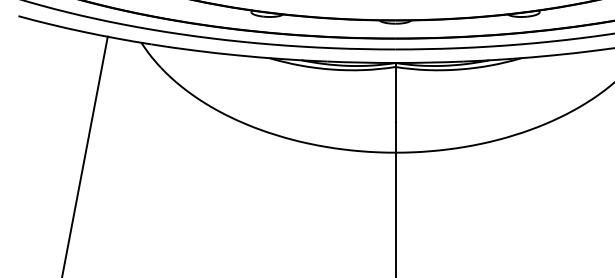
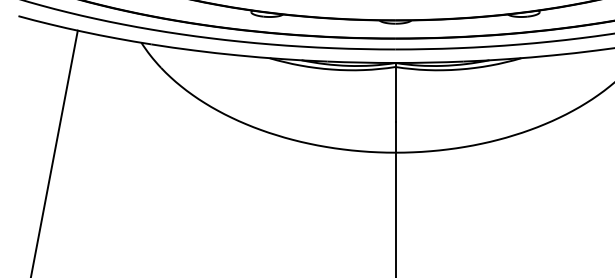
line at (84, 155) position: (84, 155) -> (54, 152)
